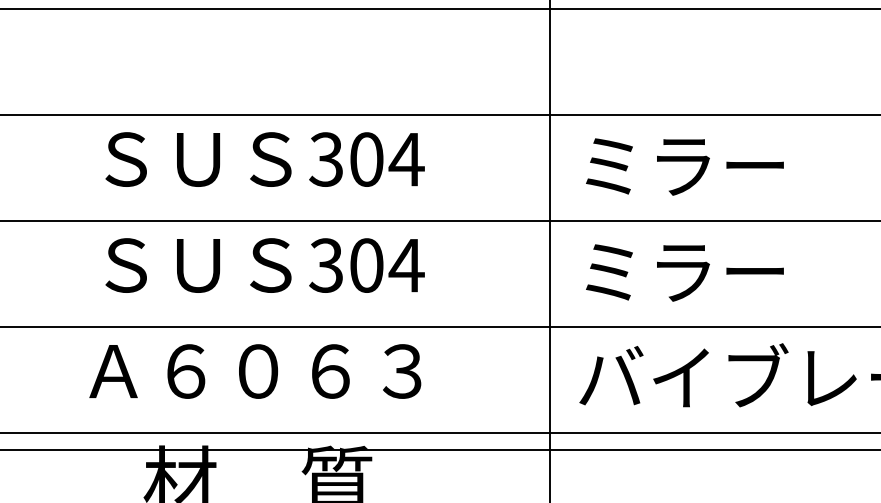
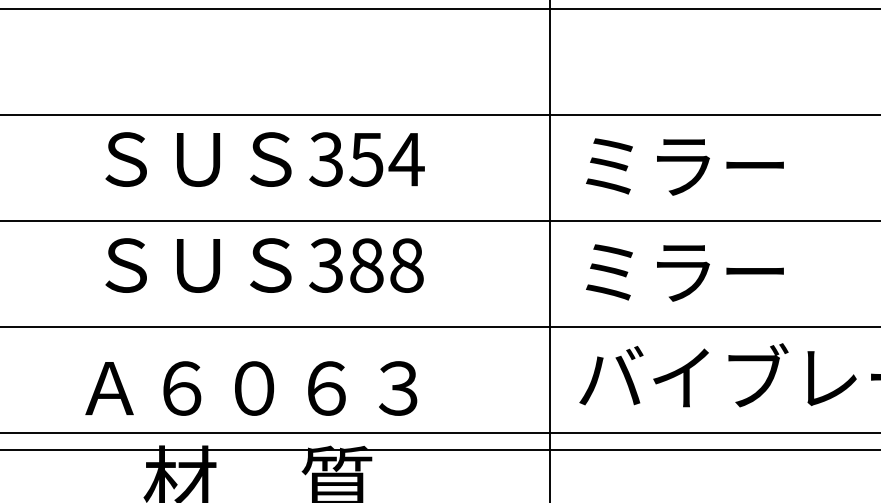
text at (366, 159): 304 -> 354
text at (387, 265): 304 -> 388
text at (255, 371) position: (255, 371) -> (251, 388)
